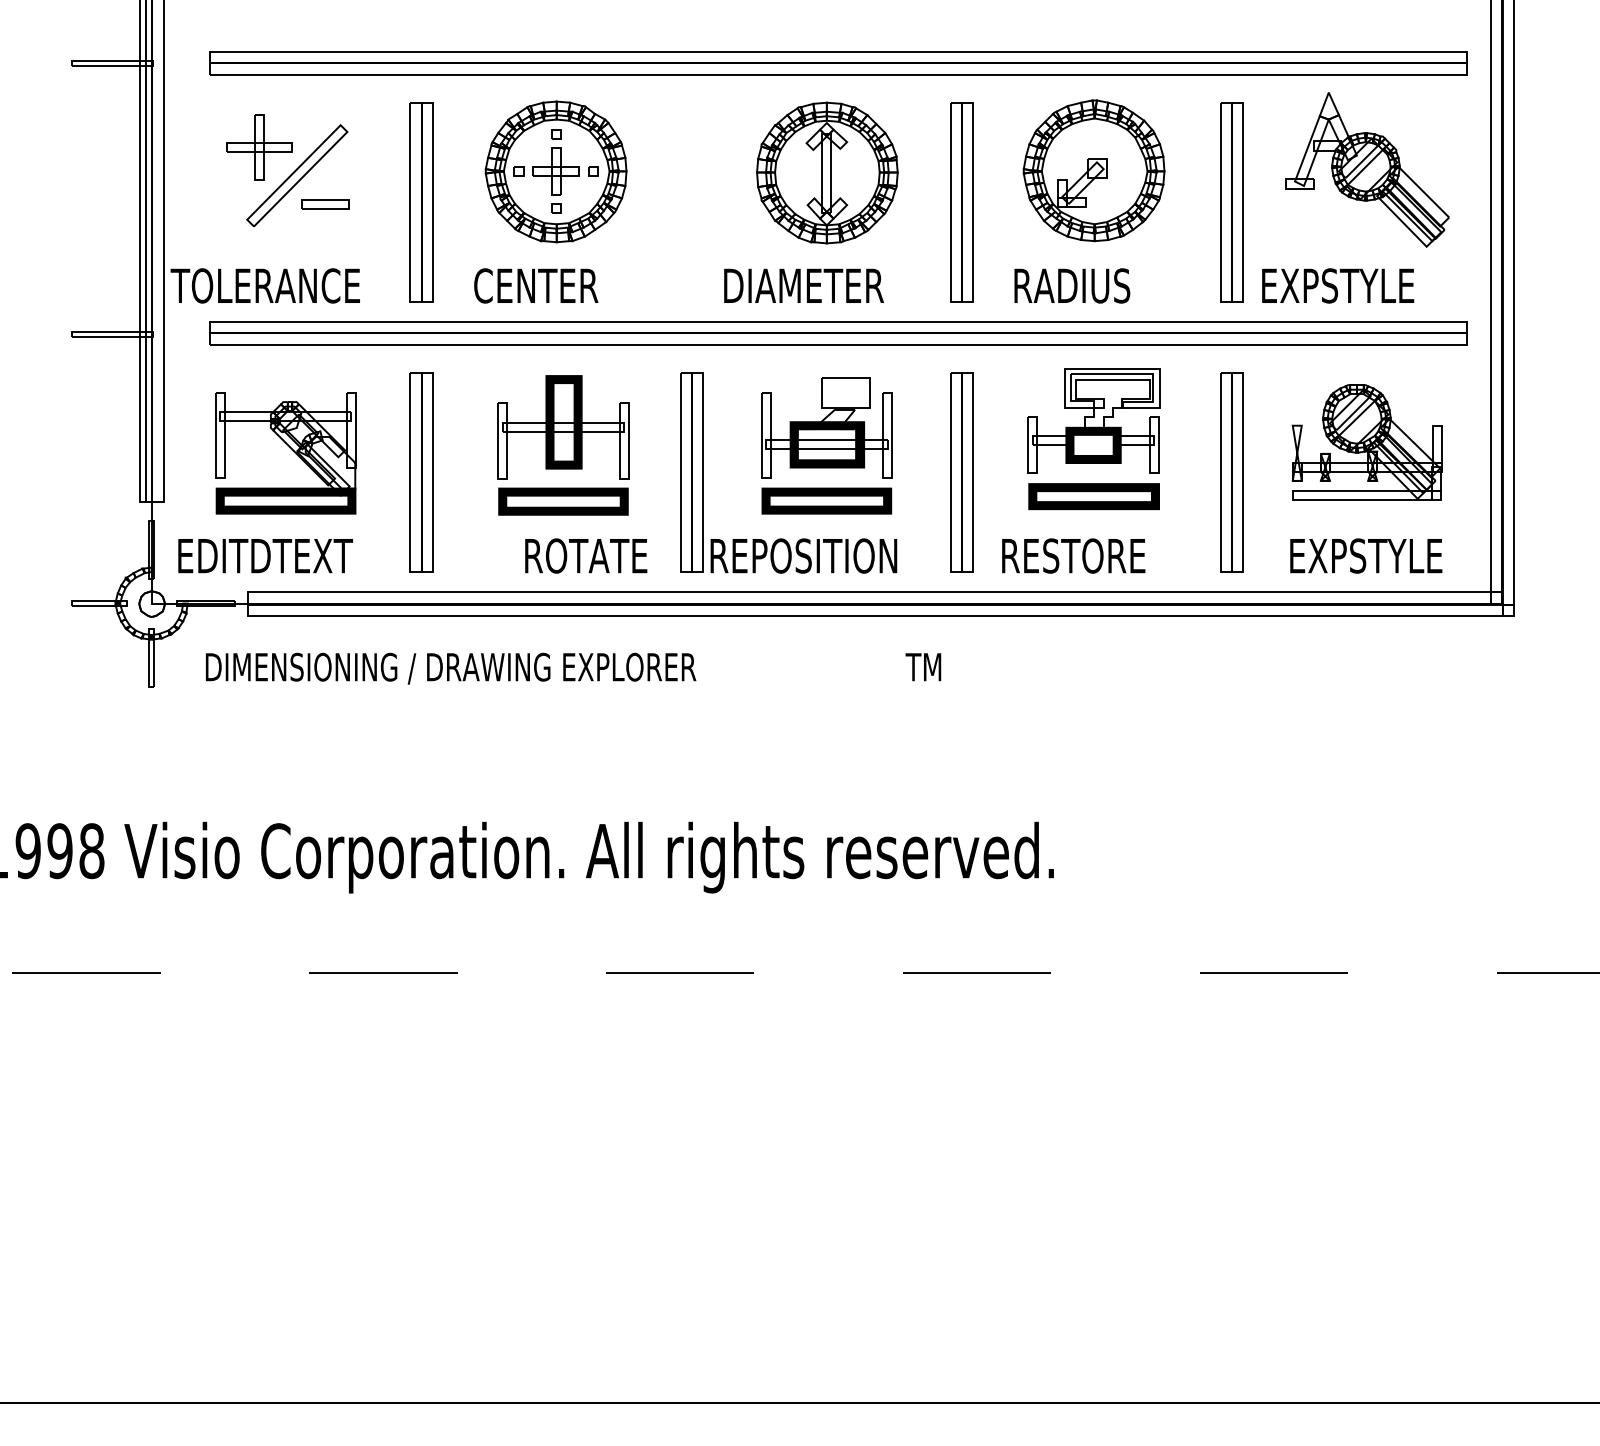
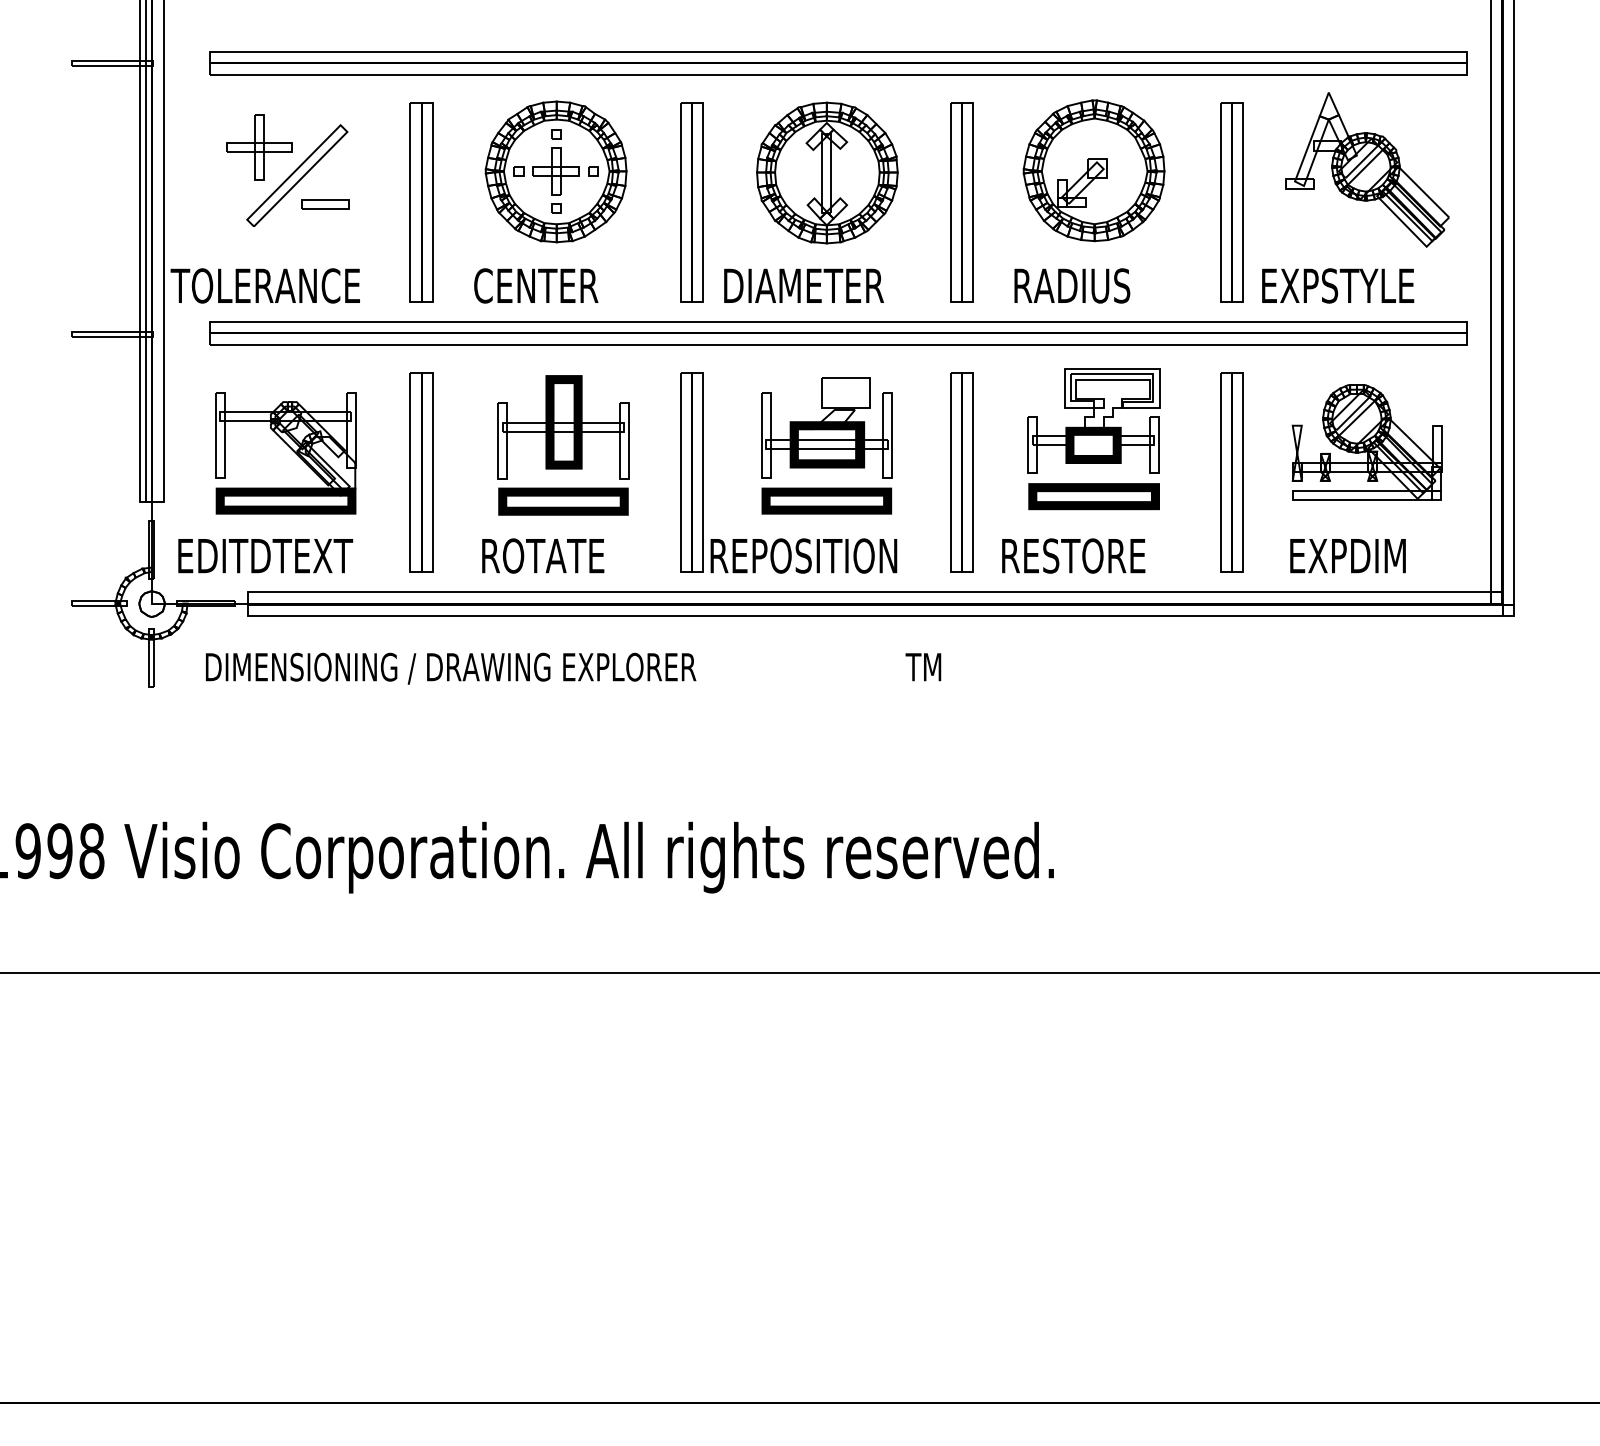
part at (691, 202): none -> present
text at (586, 555) position: (586, 555) -> (543, 555)
text at (1396, 555): EXPSTYLE -> EXPDIM
line at (799, 972): dashed -> solid
